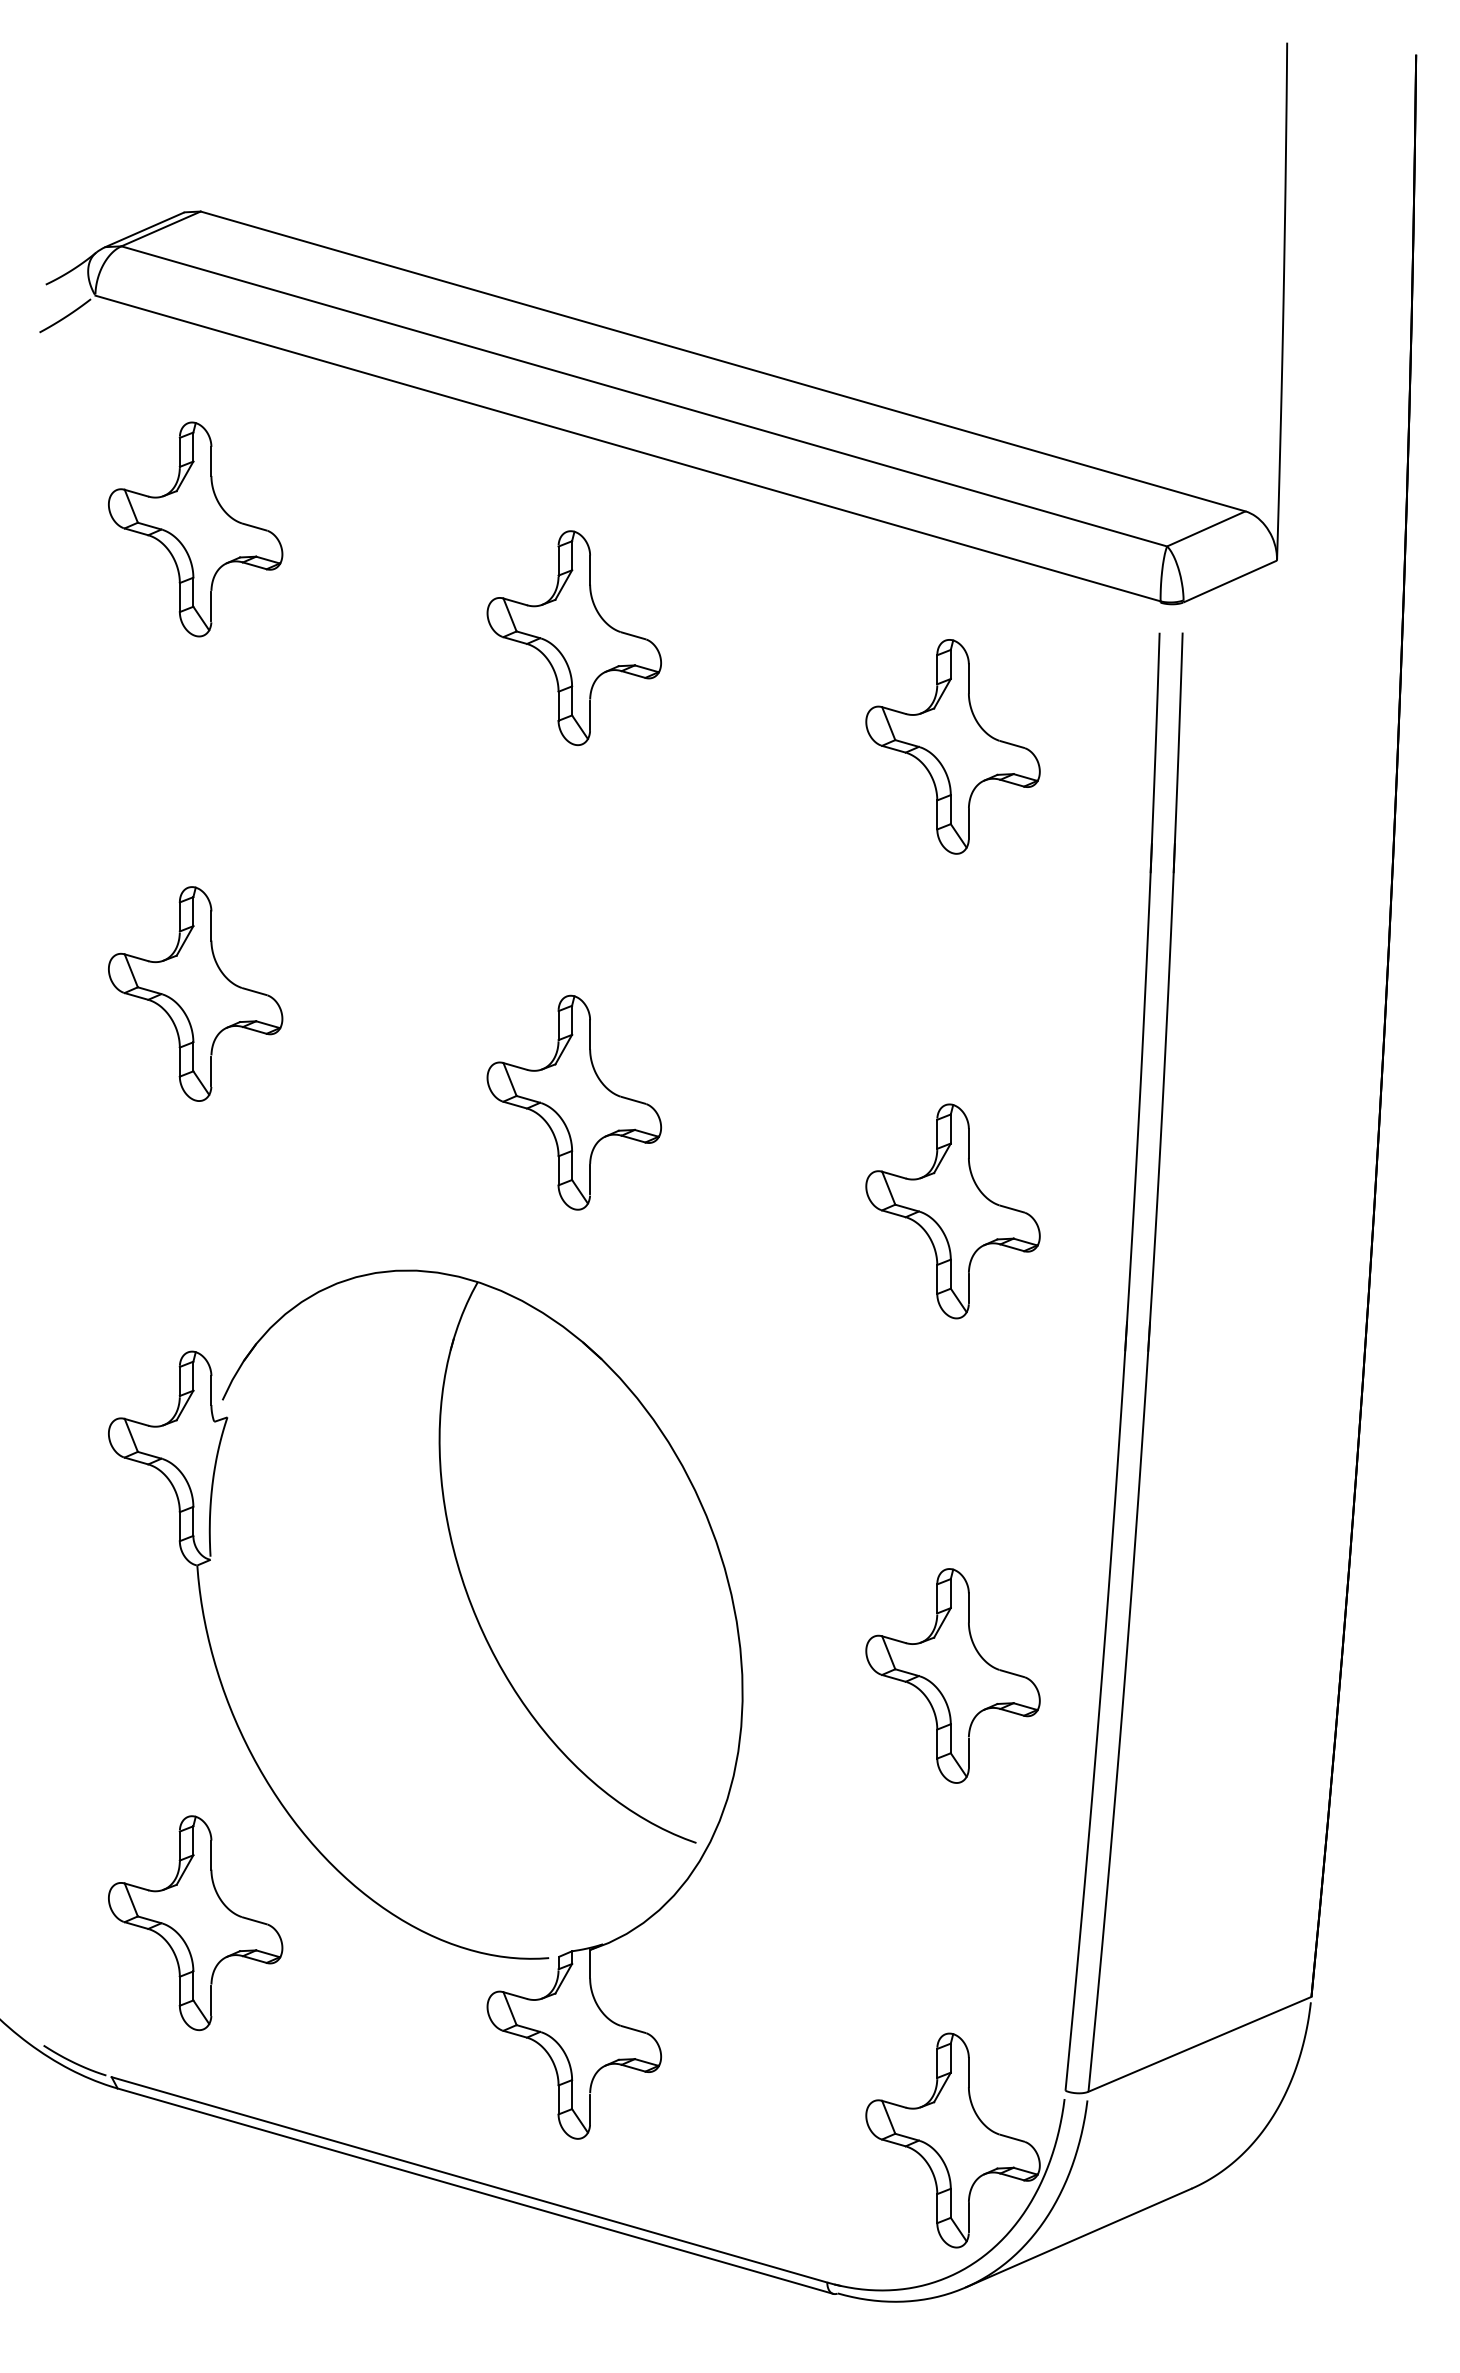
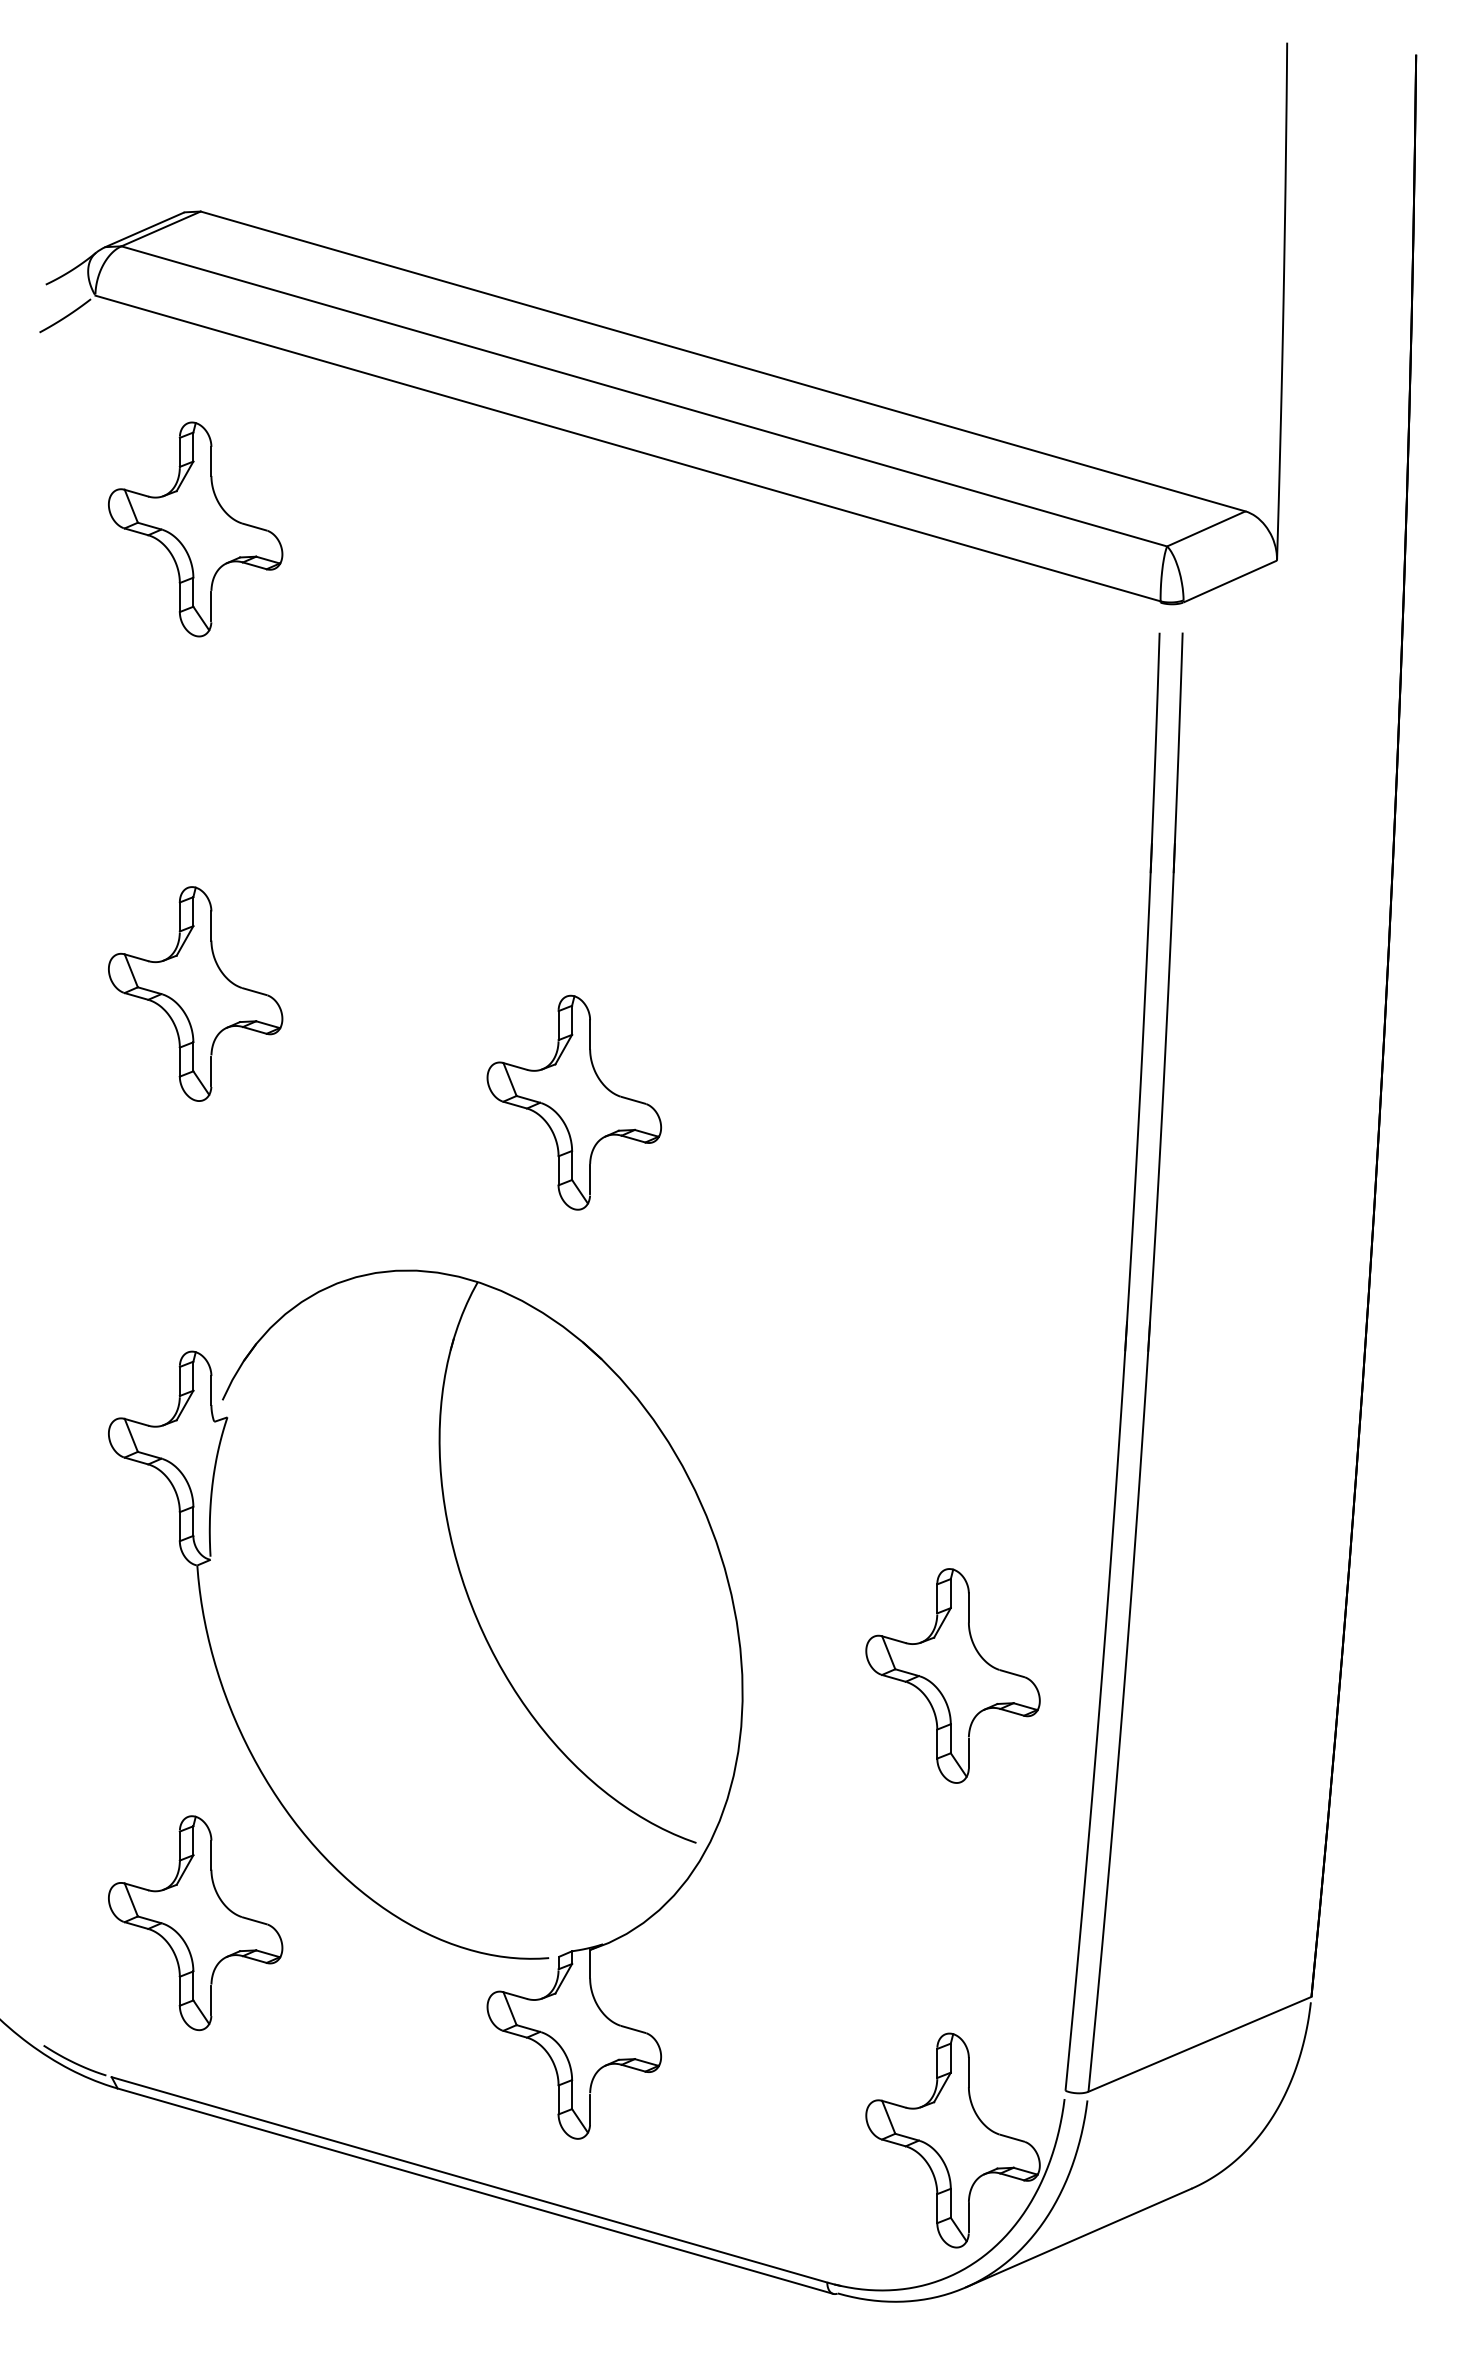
part at (573, 637): present -> none
part at (952, 746): present -> none
part at (952, 1211): present -> none
